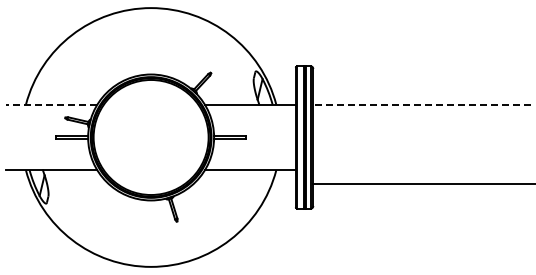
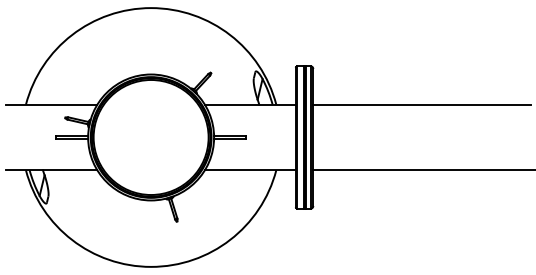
line at (51, 104): dashed -> solid
line at (422, 104): dashed -> solid
line at (422, 184) position: (422, 184) -> (422, 170)
